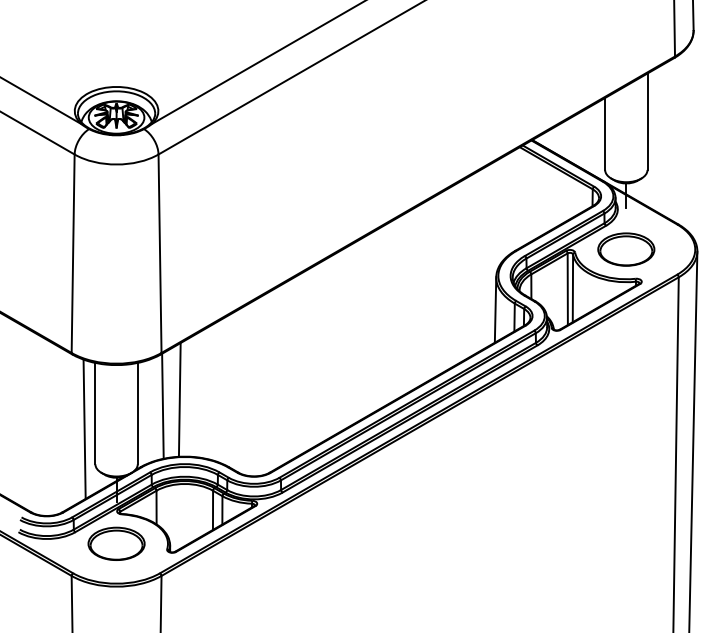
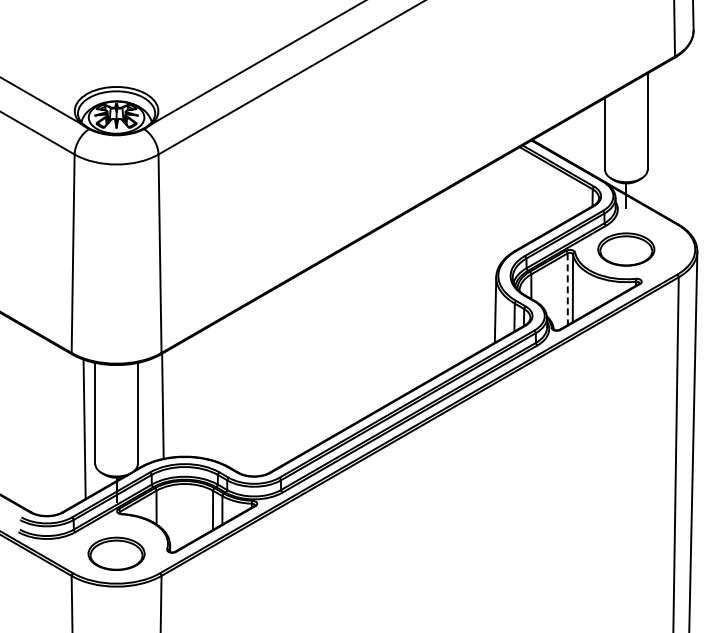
line at (567, 289): solid -> dashed
line at (179, 399): present -> none
part at (116, 543) position: (116, 543) -> (116, 553)
